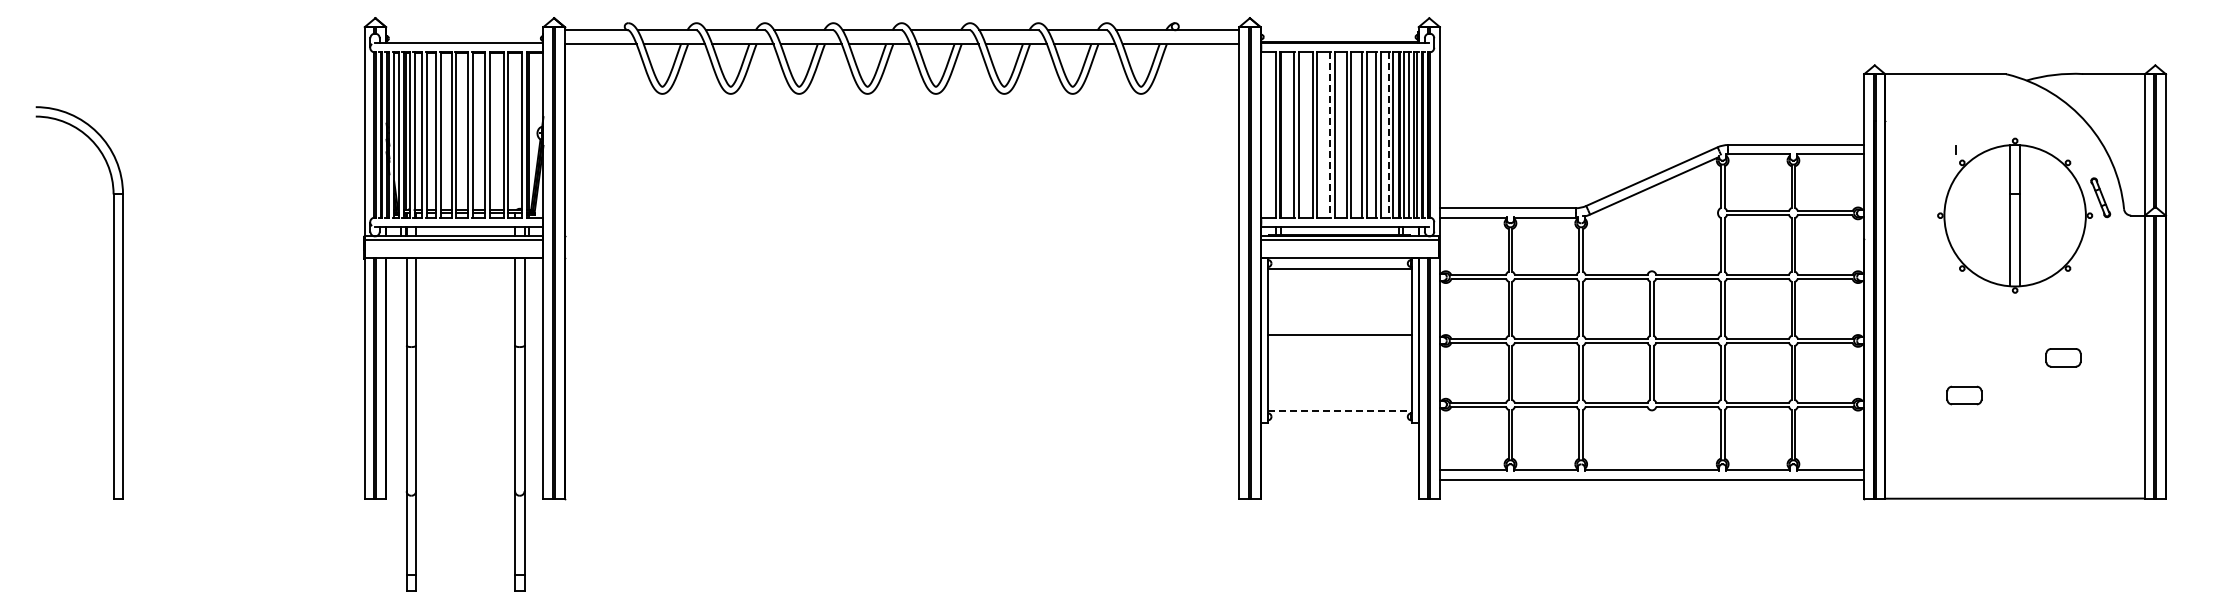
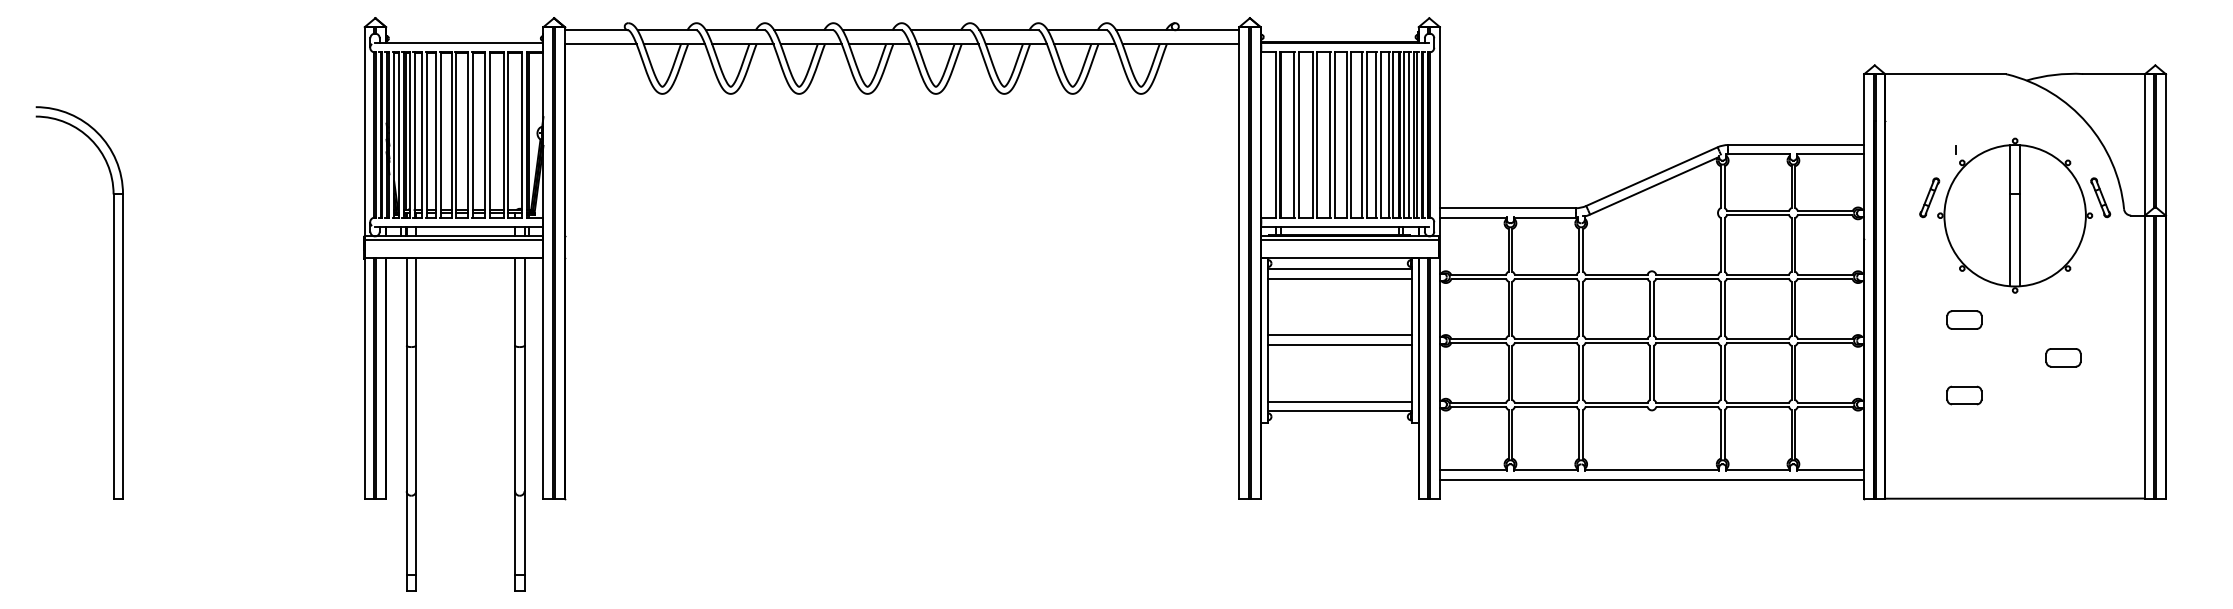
line at (1330, 134): dashed -> solid
line at (1388, 134): dashed -> solid
part at (1929, 197): none -> present
line at (1339, 278): none -> present
part at (1964, 319): none -> present
line at (1339, 344): none -> present
line at (1339, 401): none -> present
line at (1339, 410): dashed -> solid
